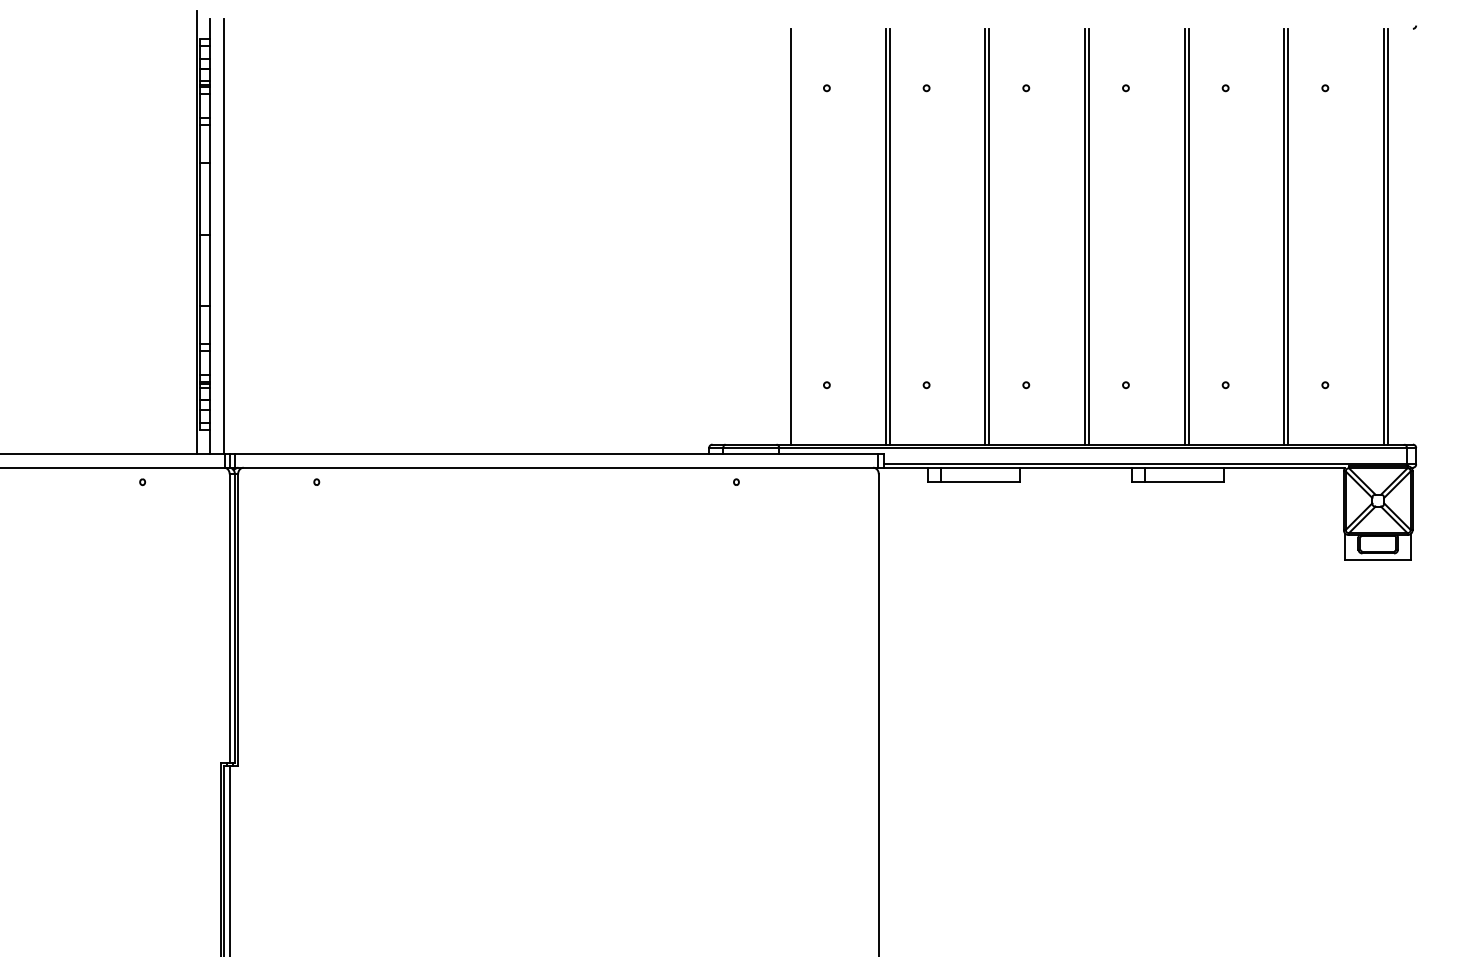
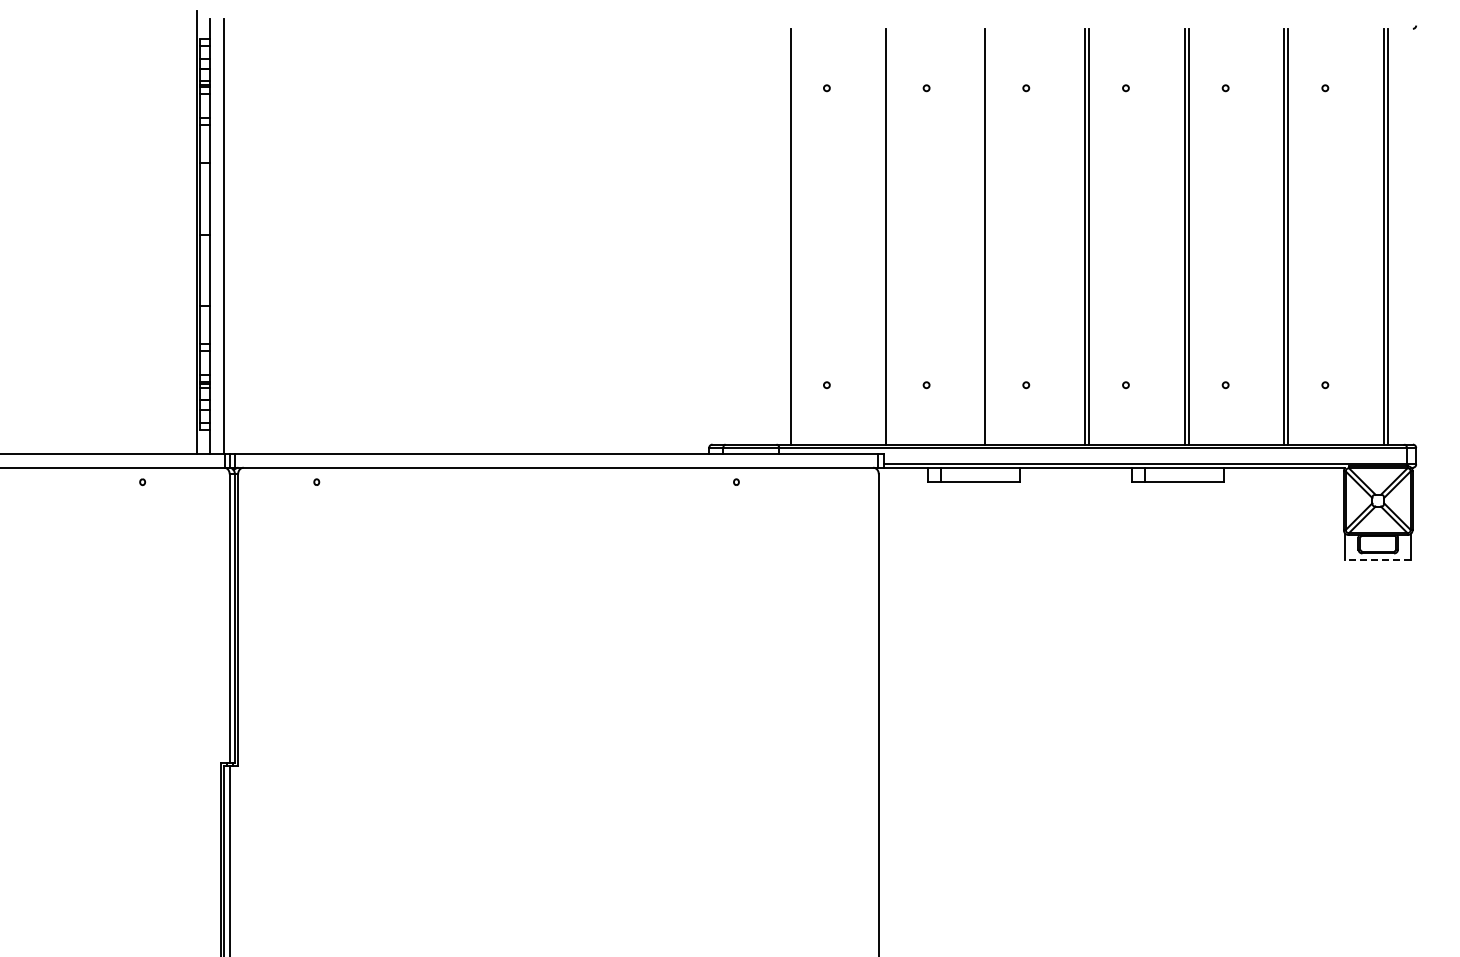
line at (889, 236): present -> none
line at (989, 236): present -> none
line at (1378, 560): solid -> dashed
